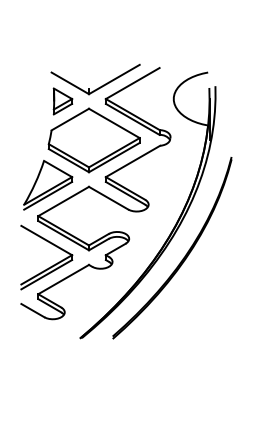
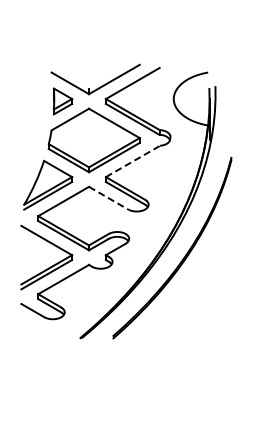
line at (133, 161): solid -> dashed
line at (108, 198): solid -> dashed
